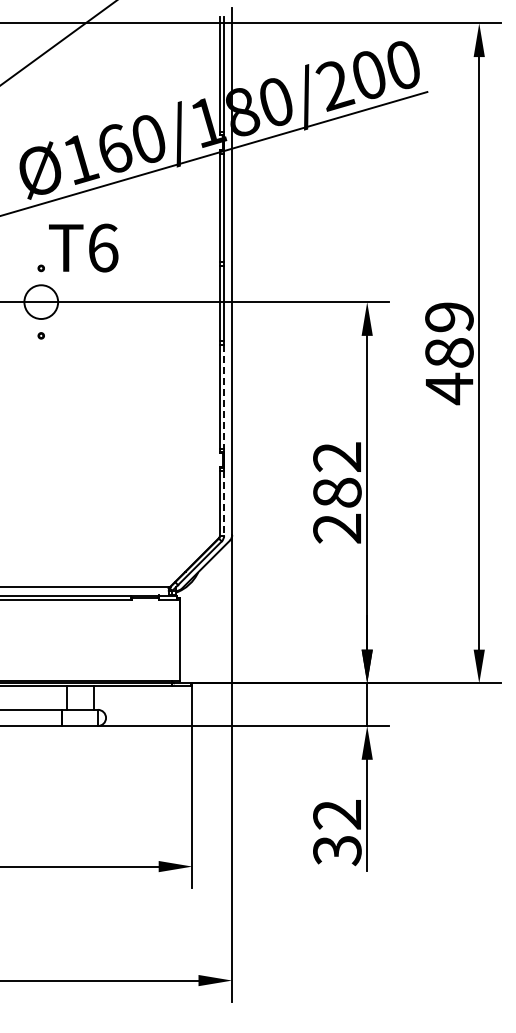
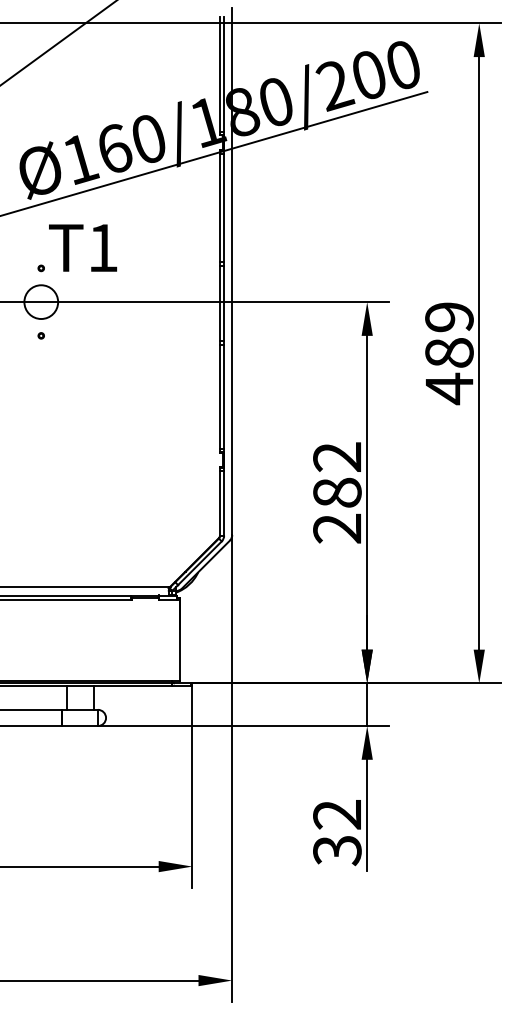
text at (103, 247): T6 -> T1
line at (224, 397): dashed -> solid
line at (224, 503): dashed -> solid
